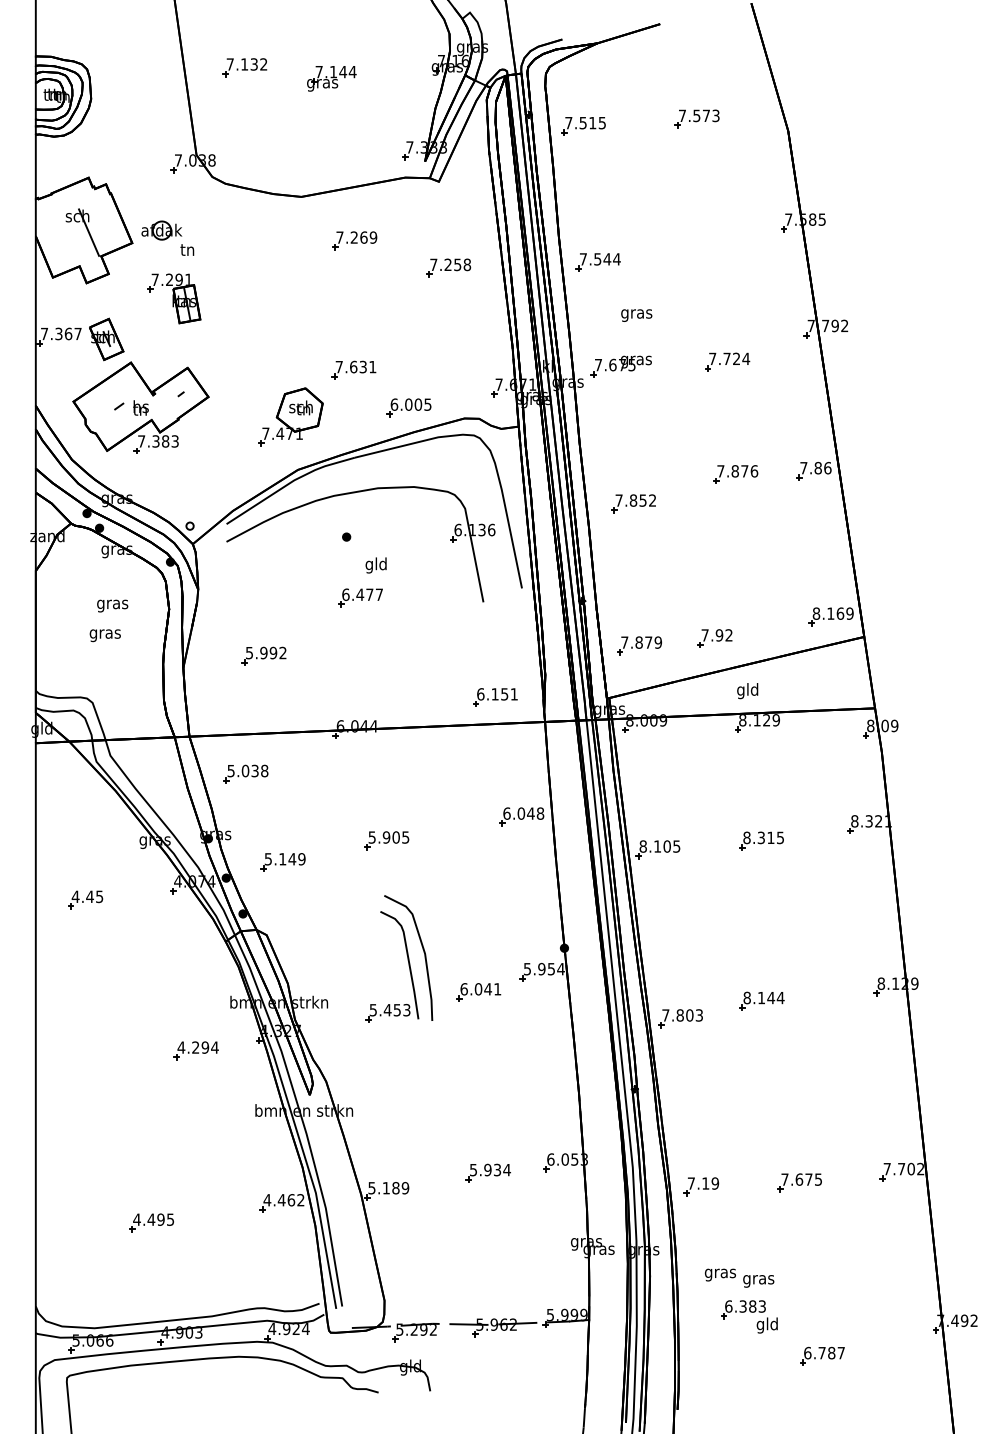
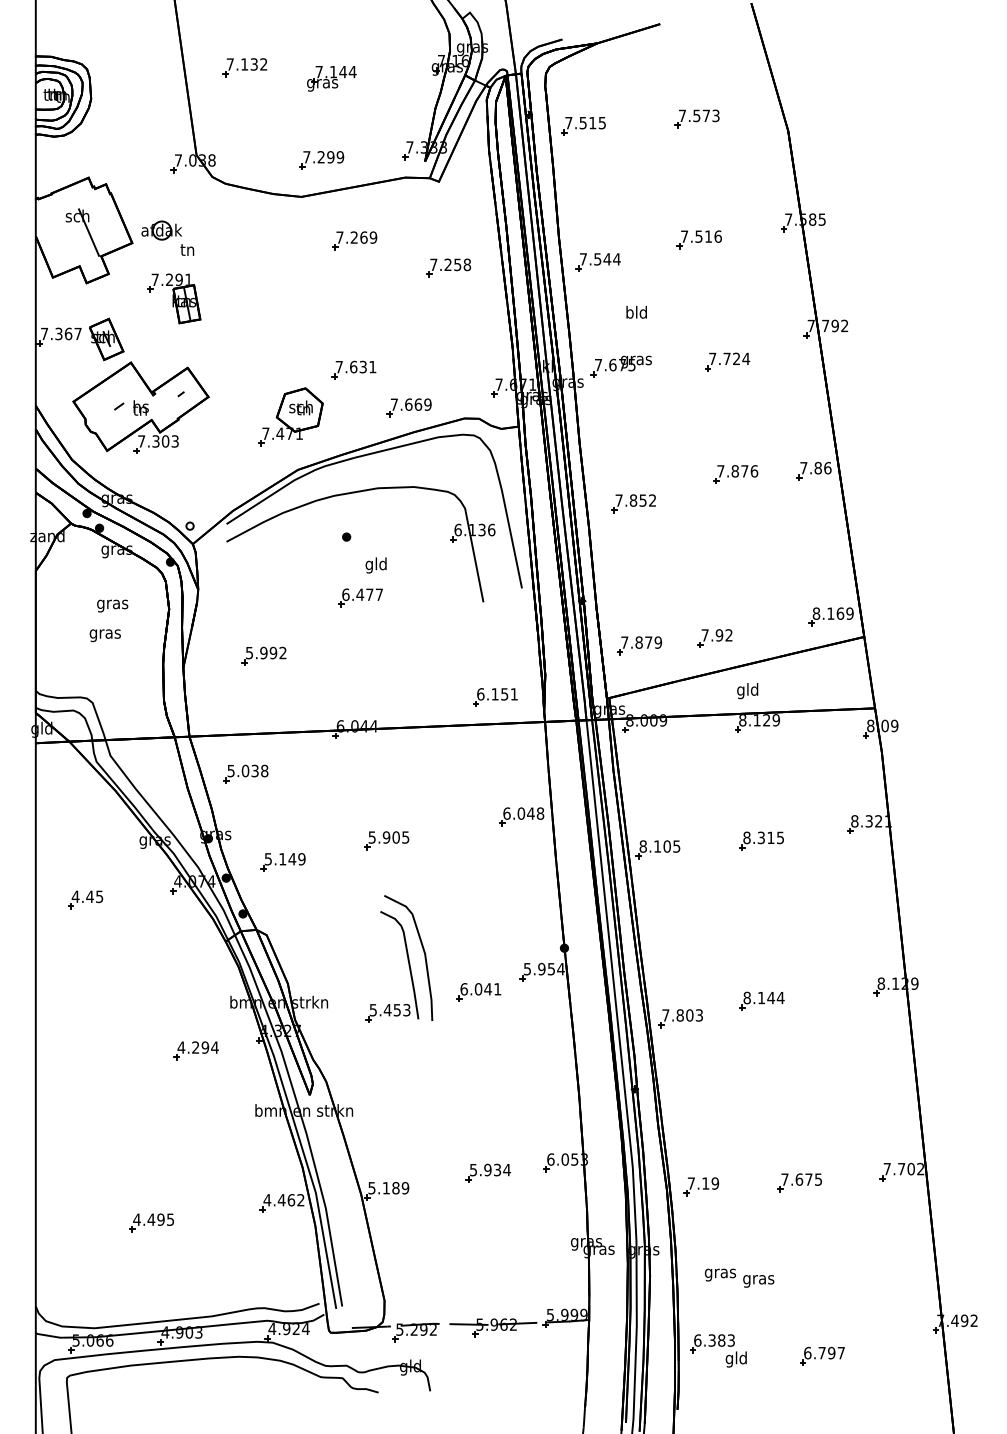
part at (321, 160): none -> present
part at (698, 239): none -> present
text at (636, 313): gras -> bld
text at (410, 404): 6.005 -> 7.669
text at (165, 441): 7.383 -> 7.303
part at (749, 1316) position: (749, 1316) -> (718, 1350)
text at (831, 1353): 6.787 -> 6.797
